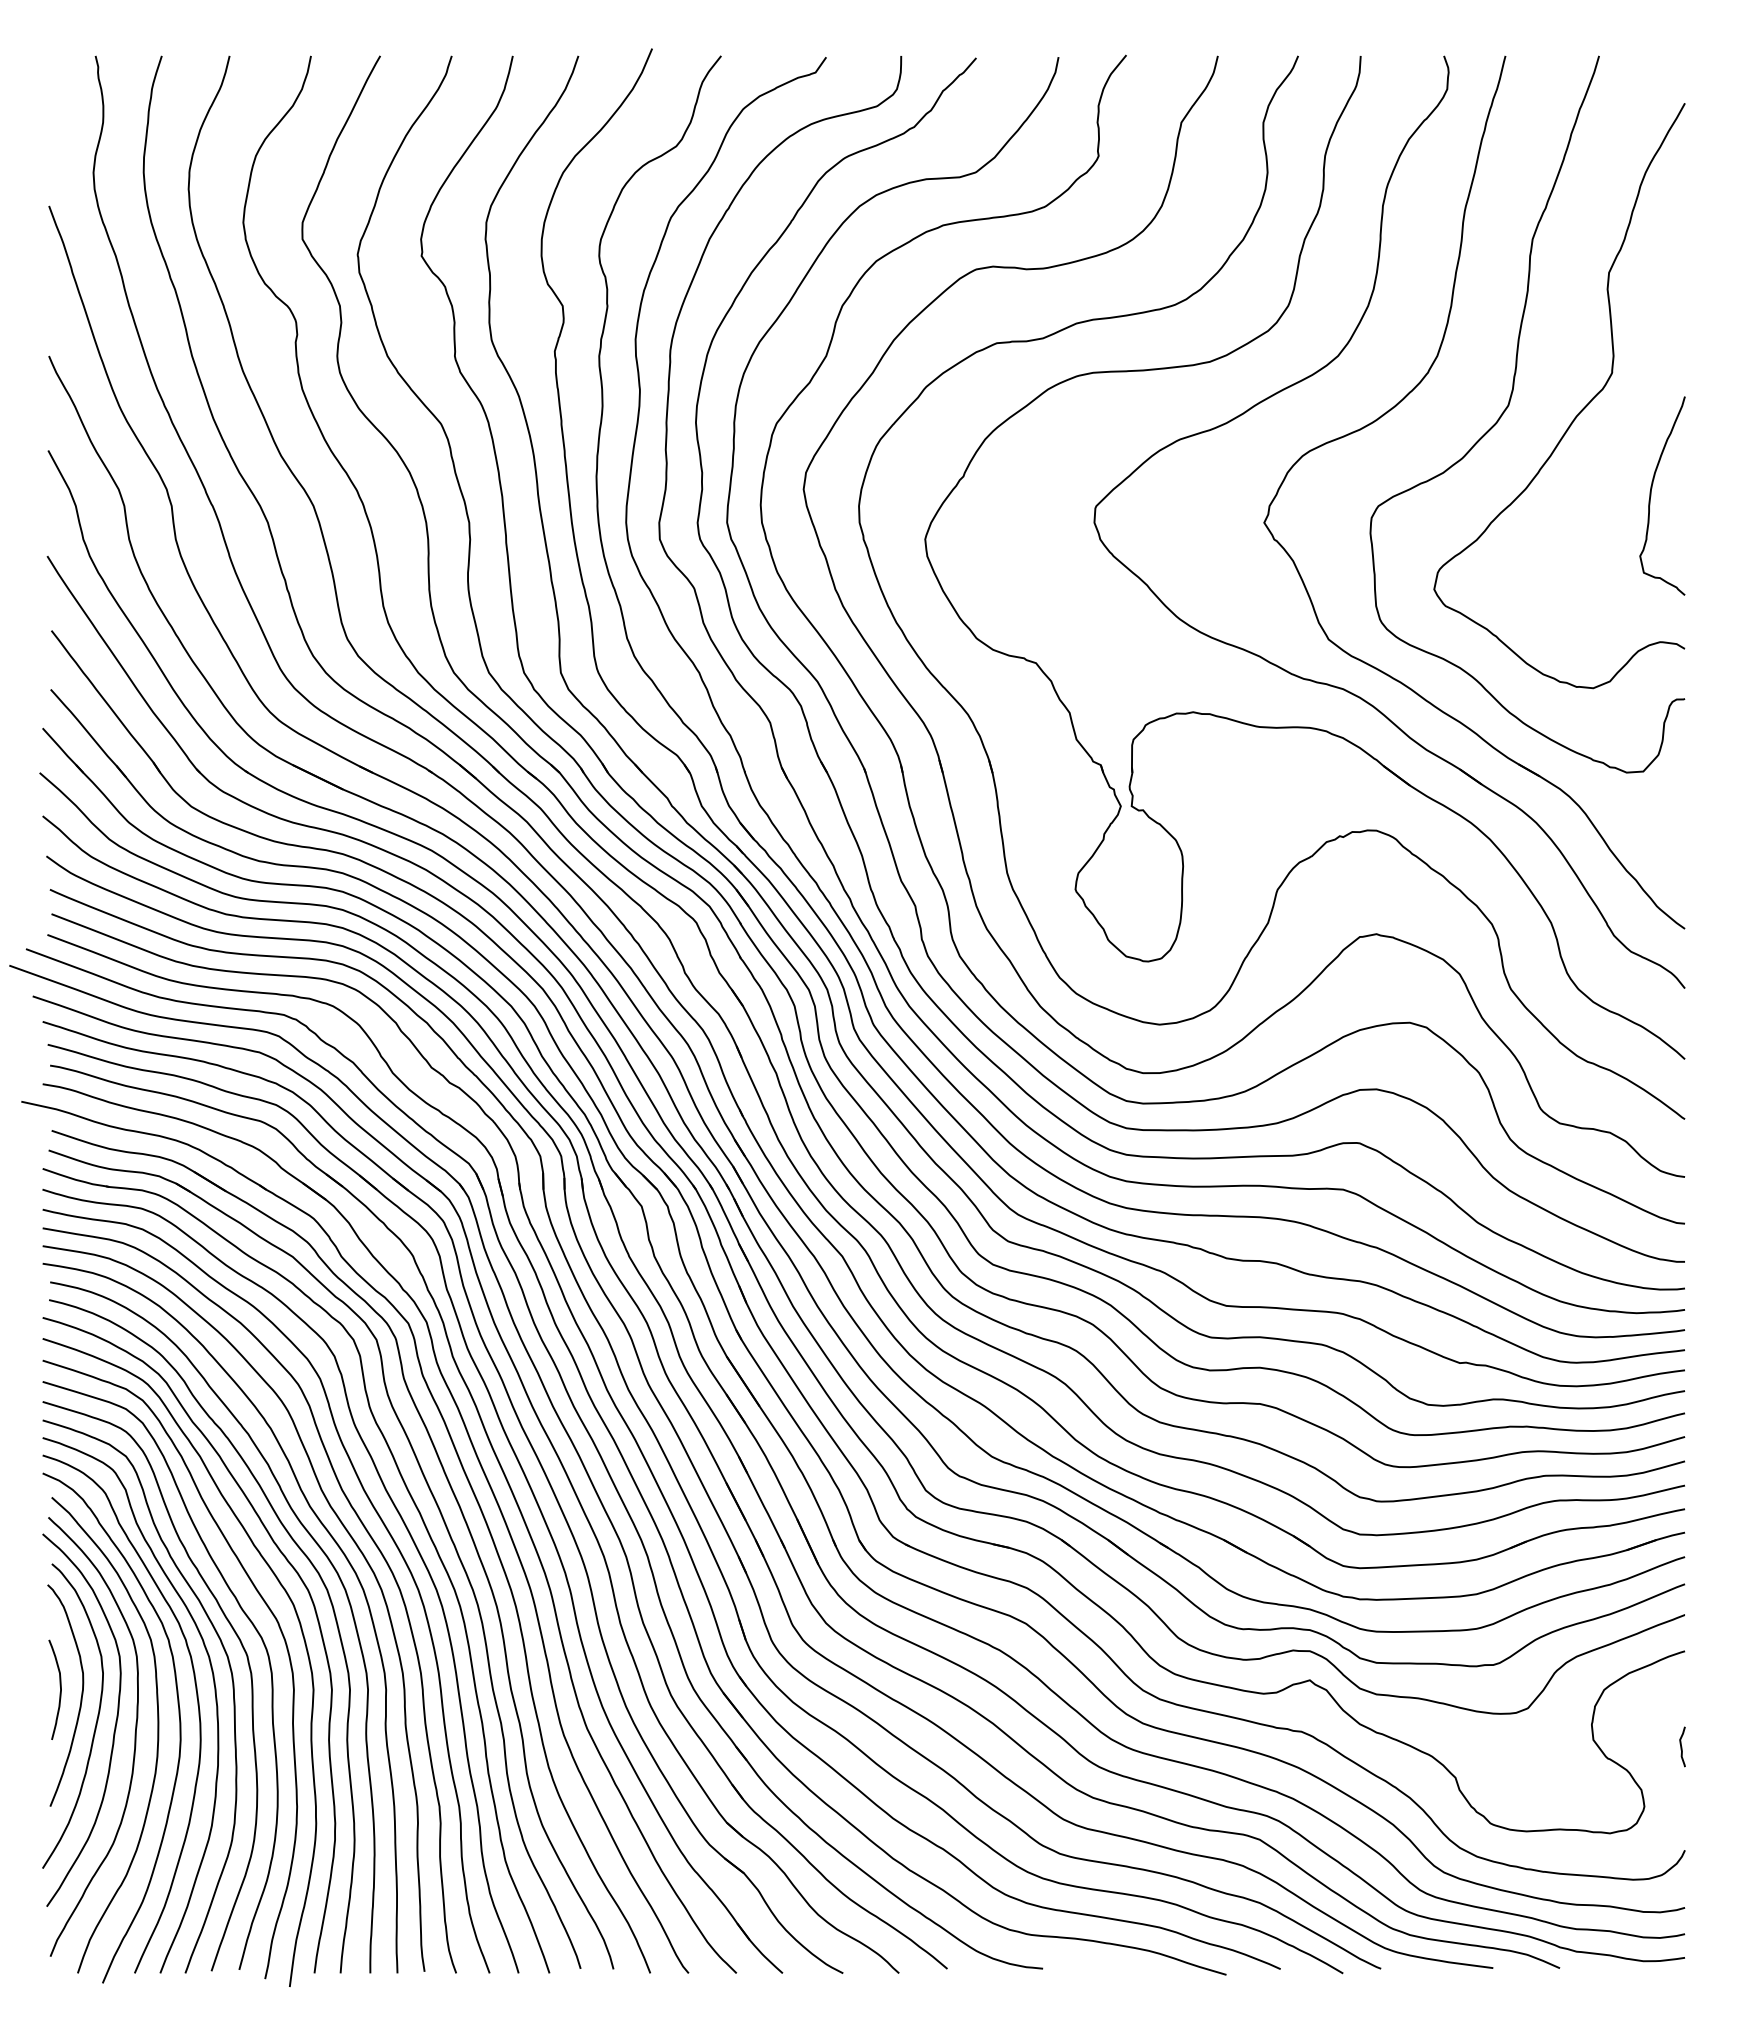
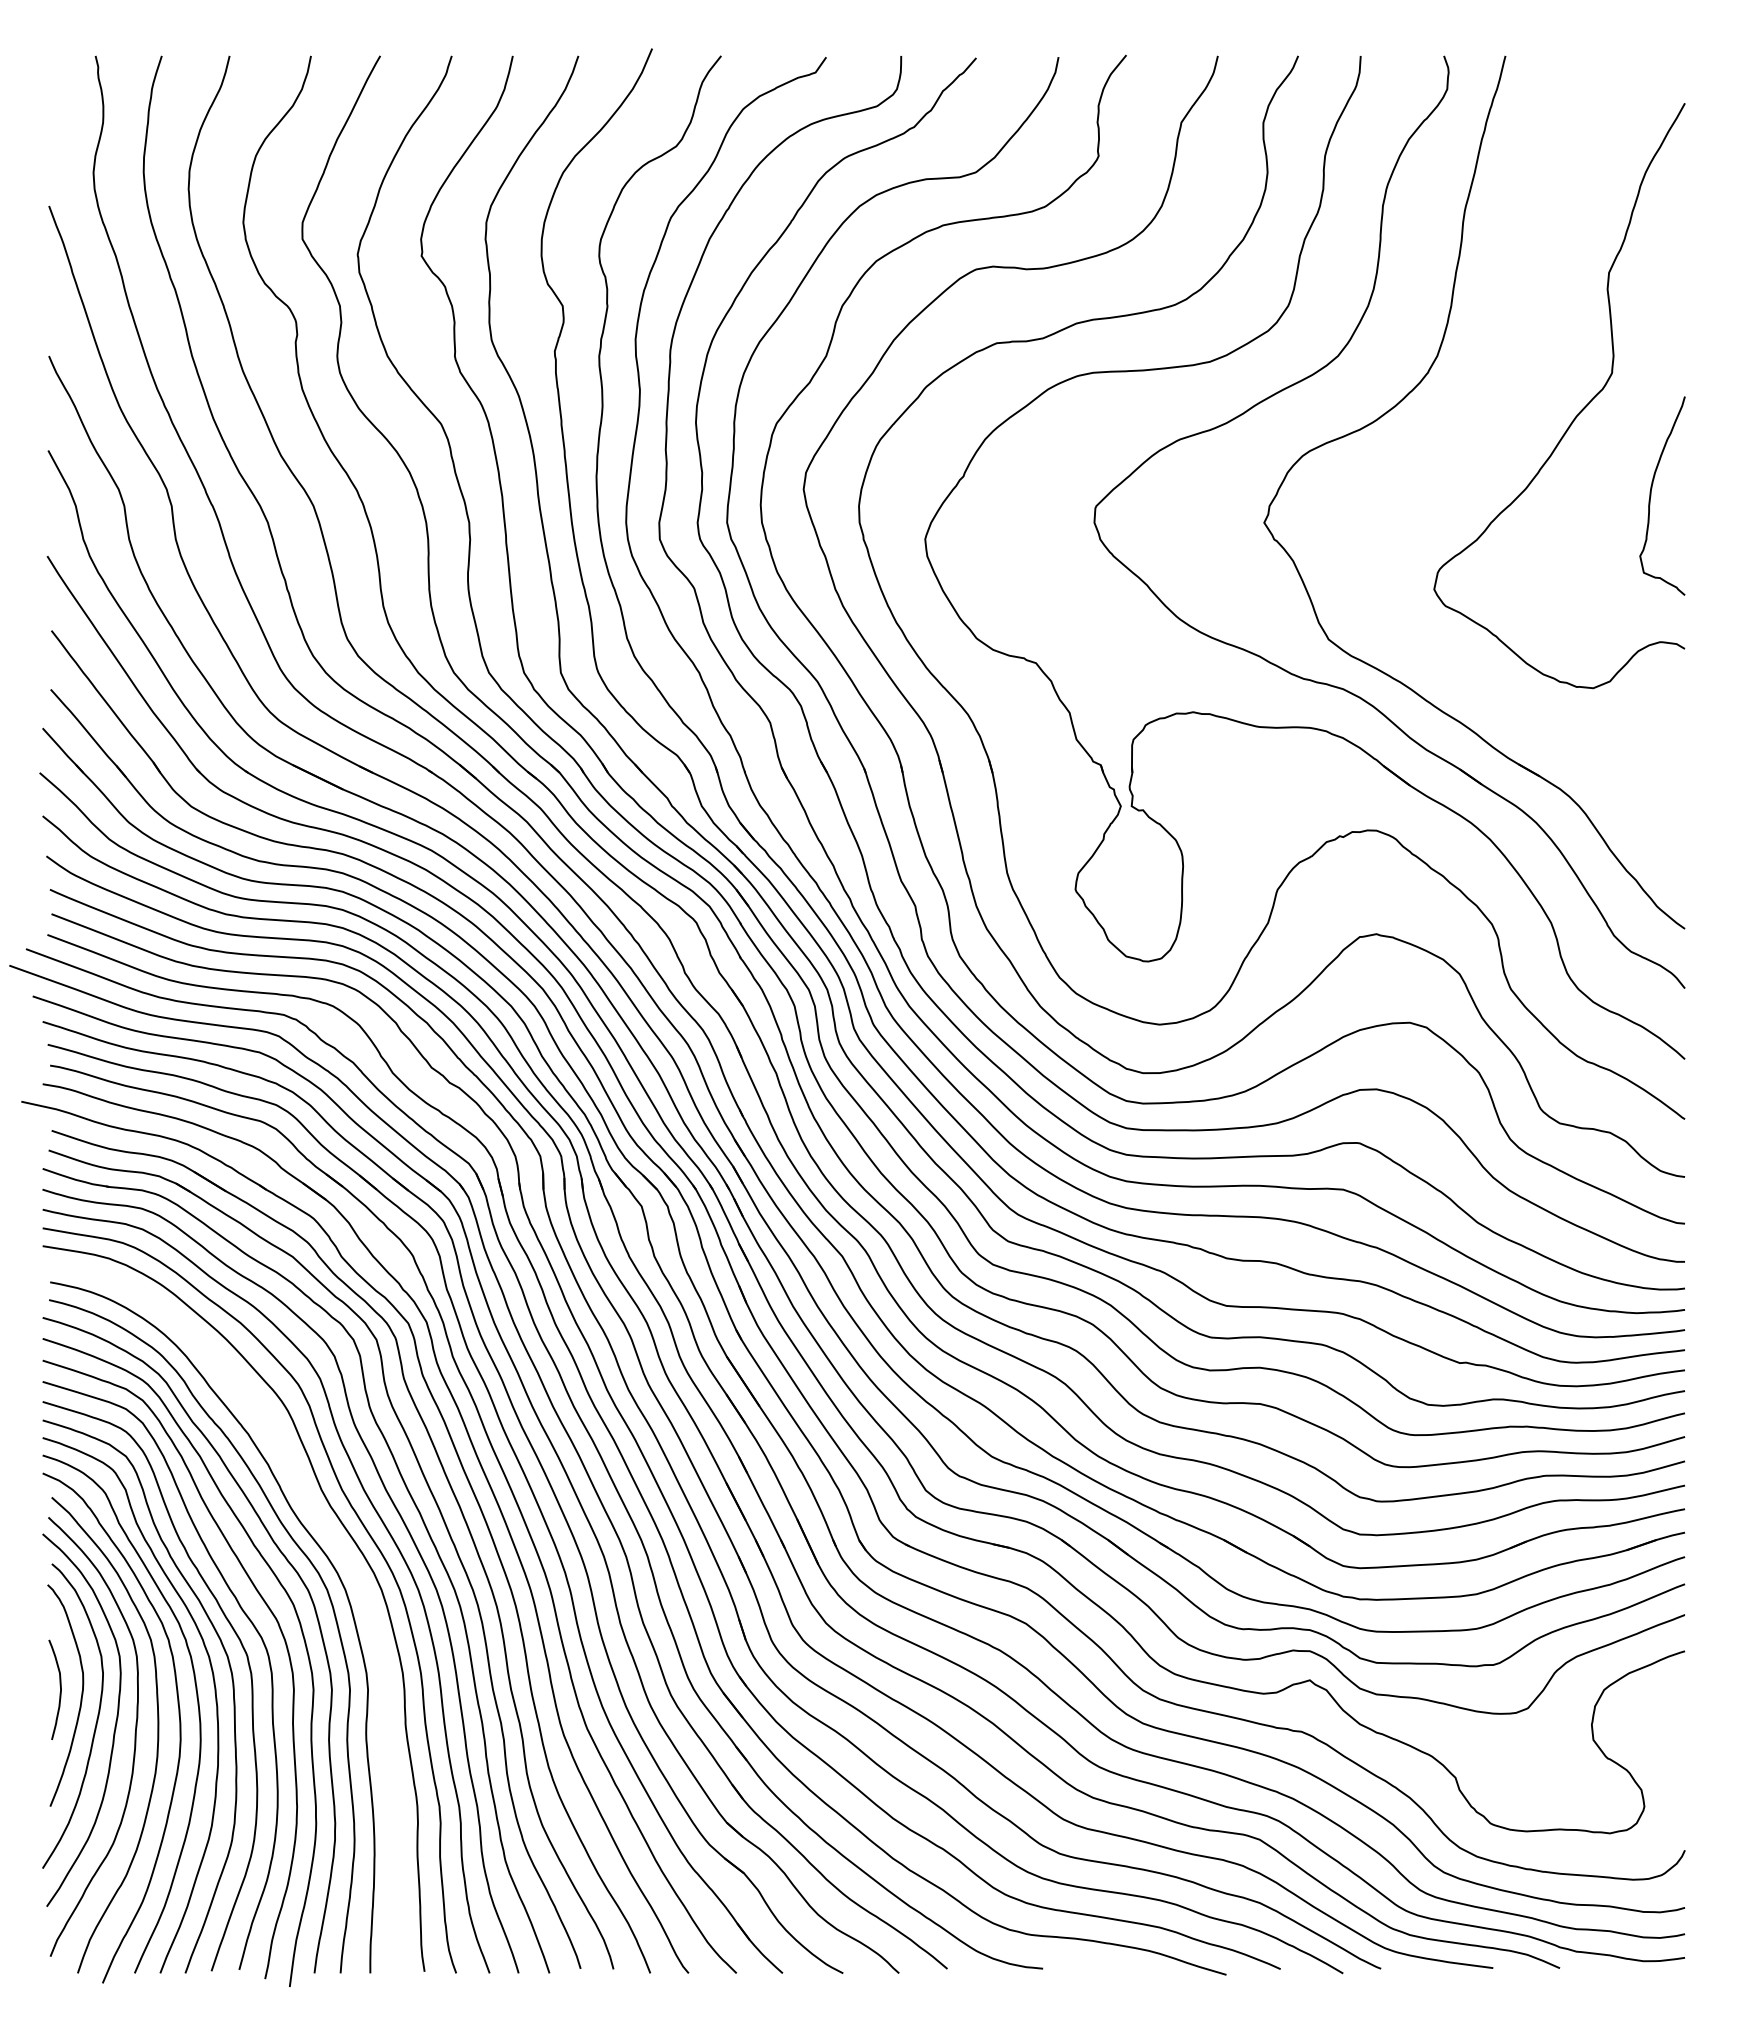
curve at (1509, 405): present -> none
curve at (329, 1535): present -> none
curve at (1682, 1746): present -> none
